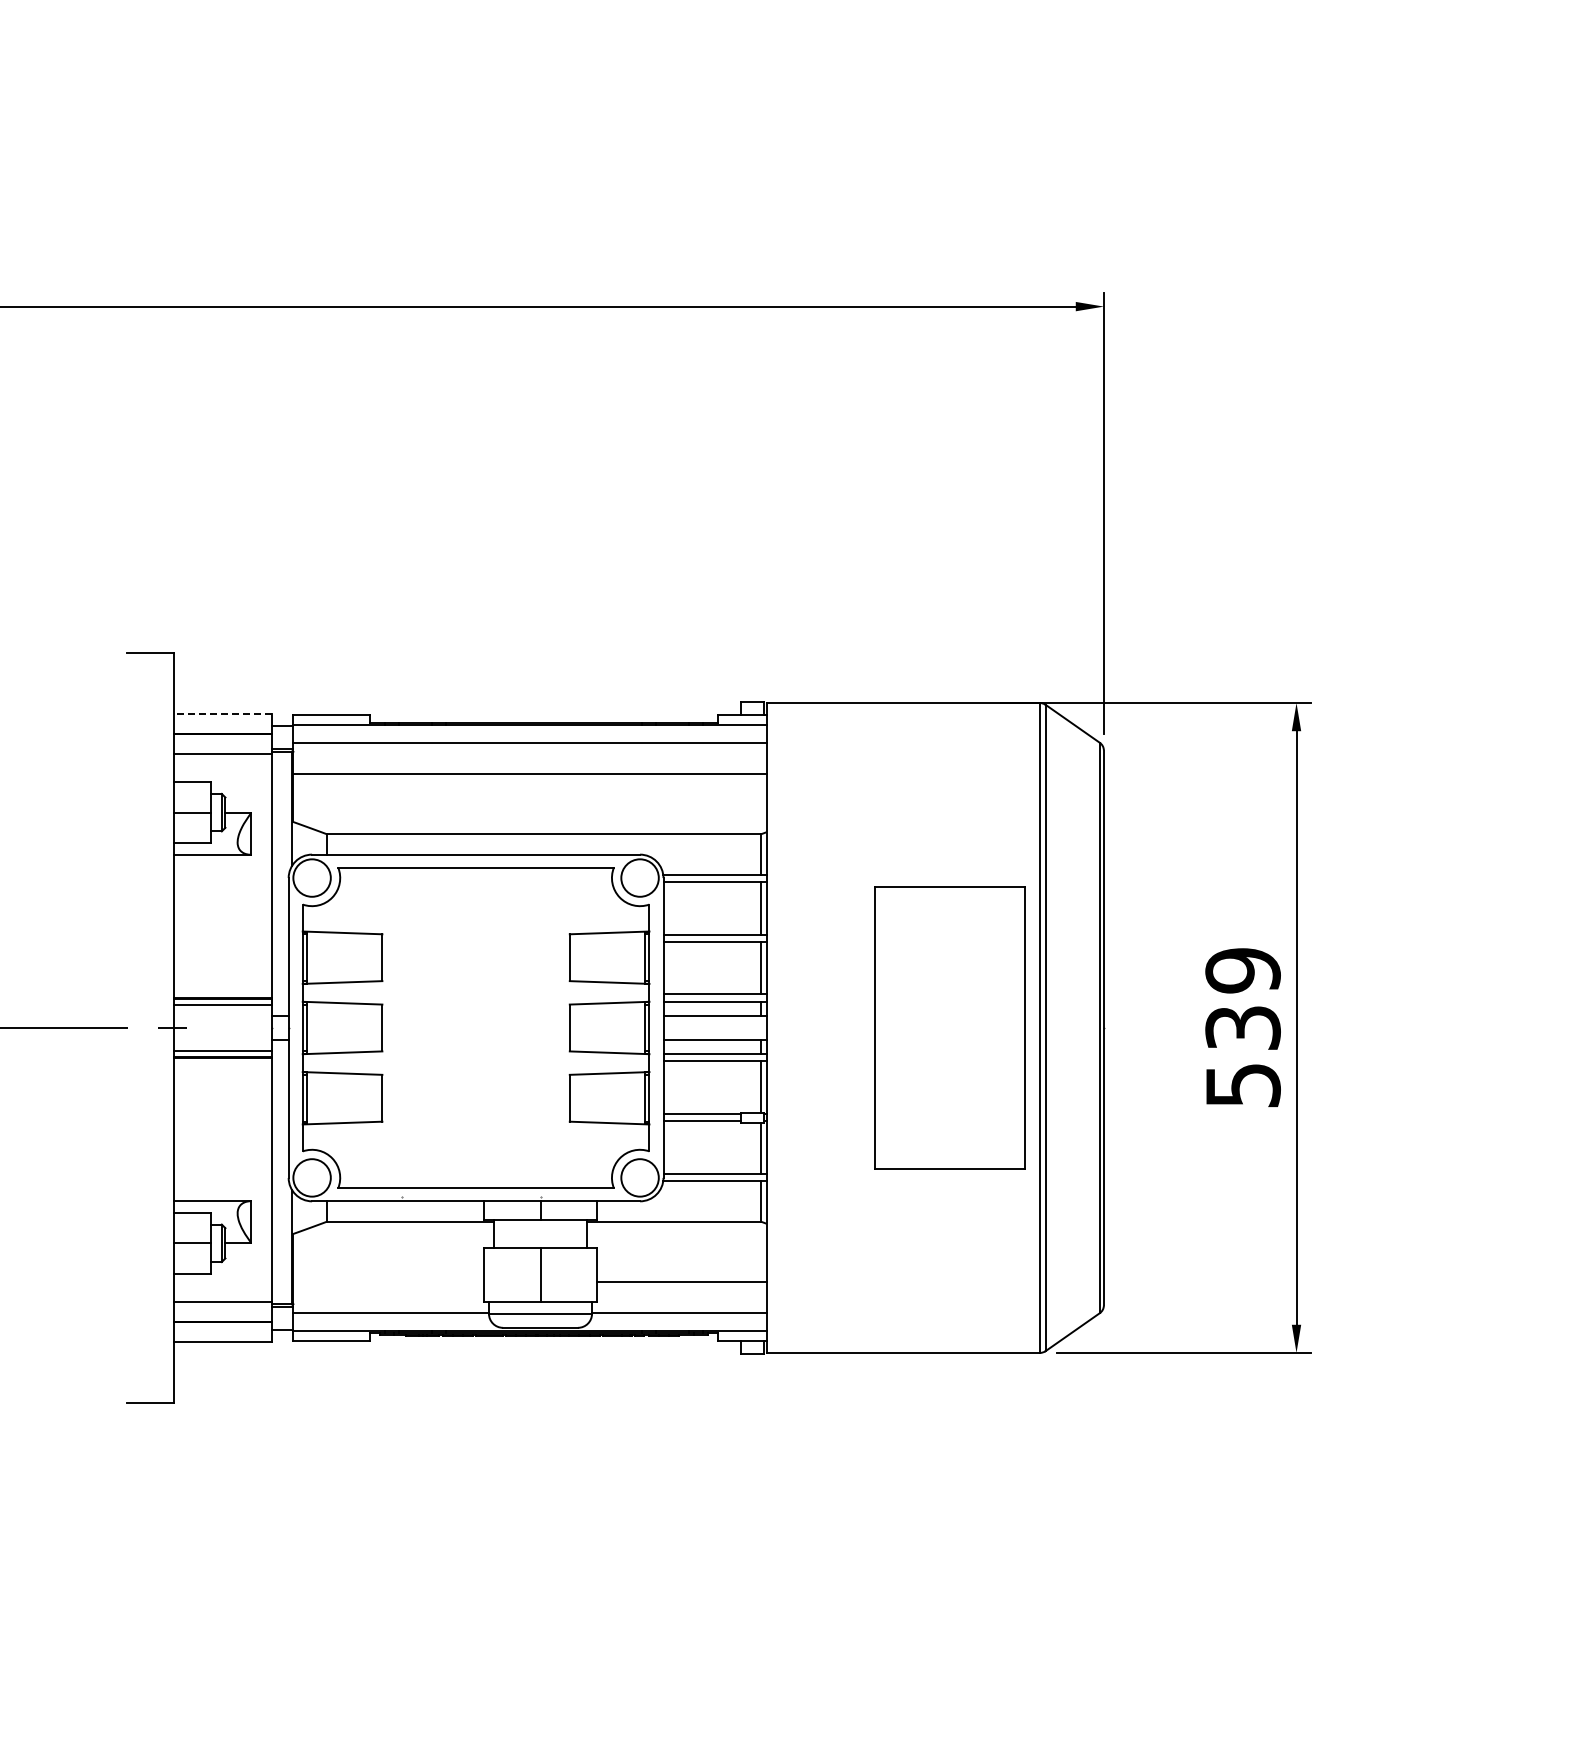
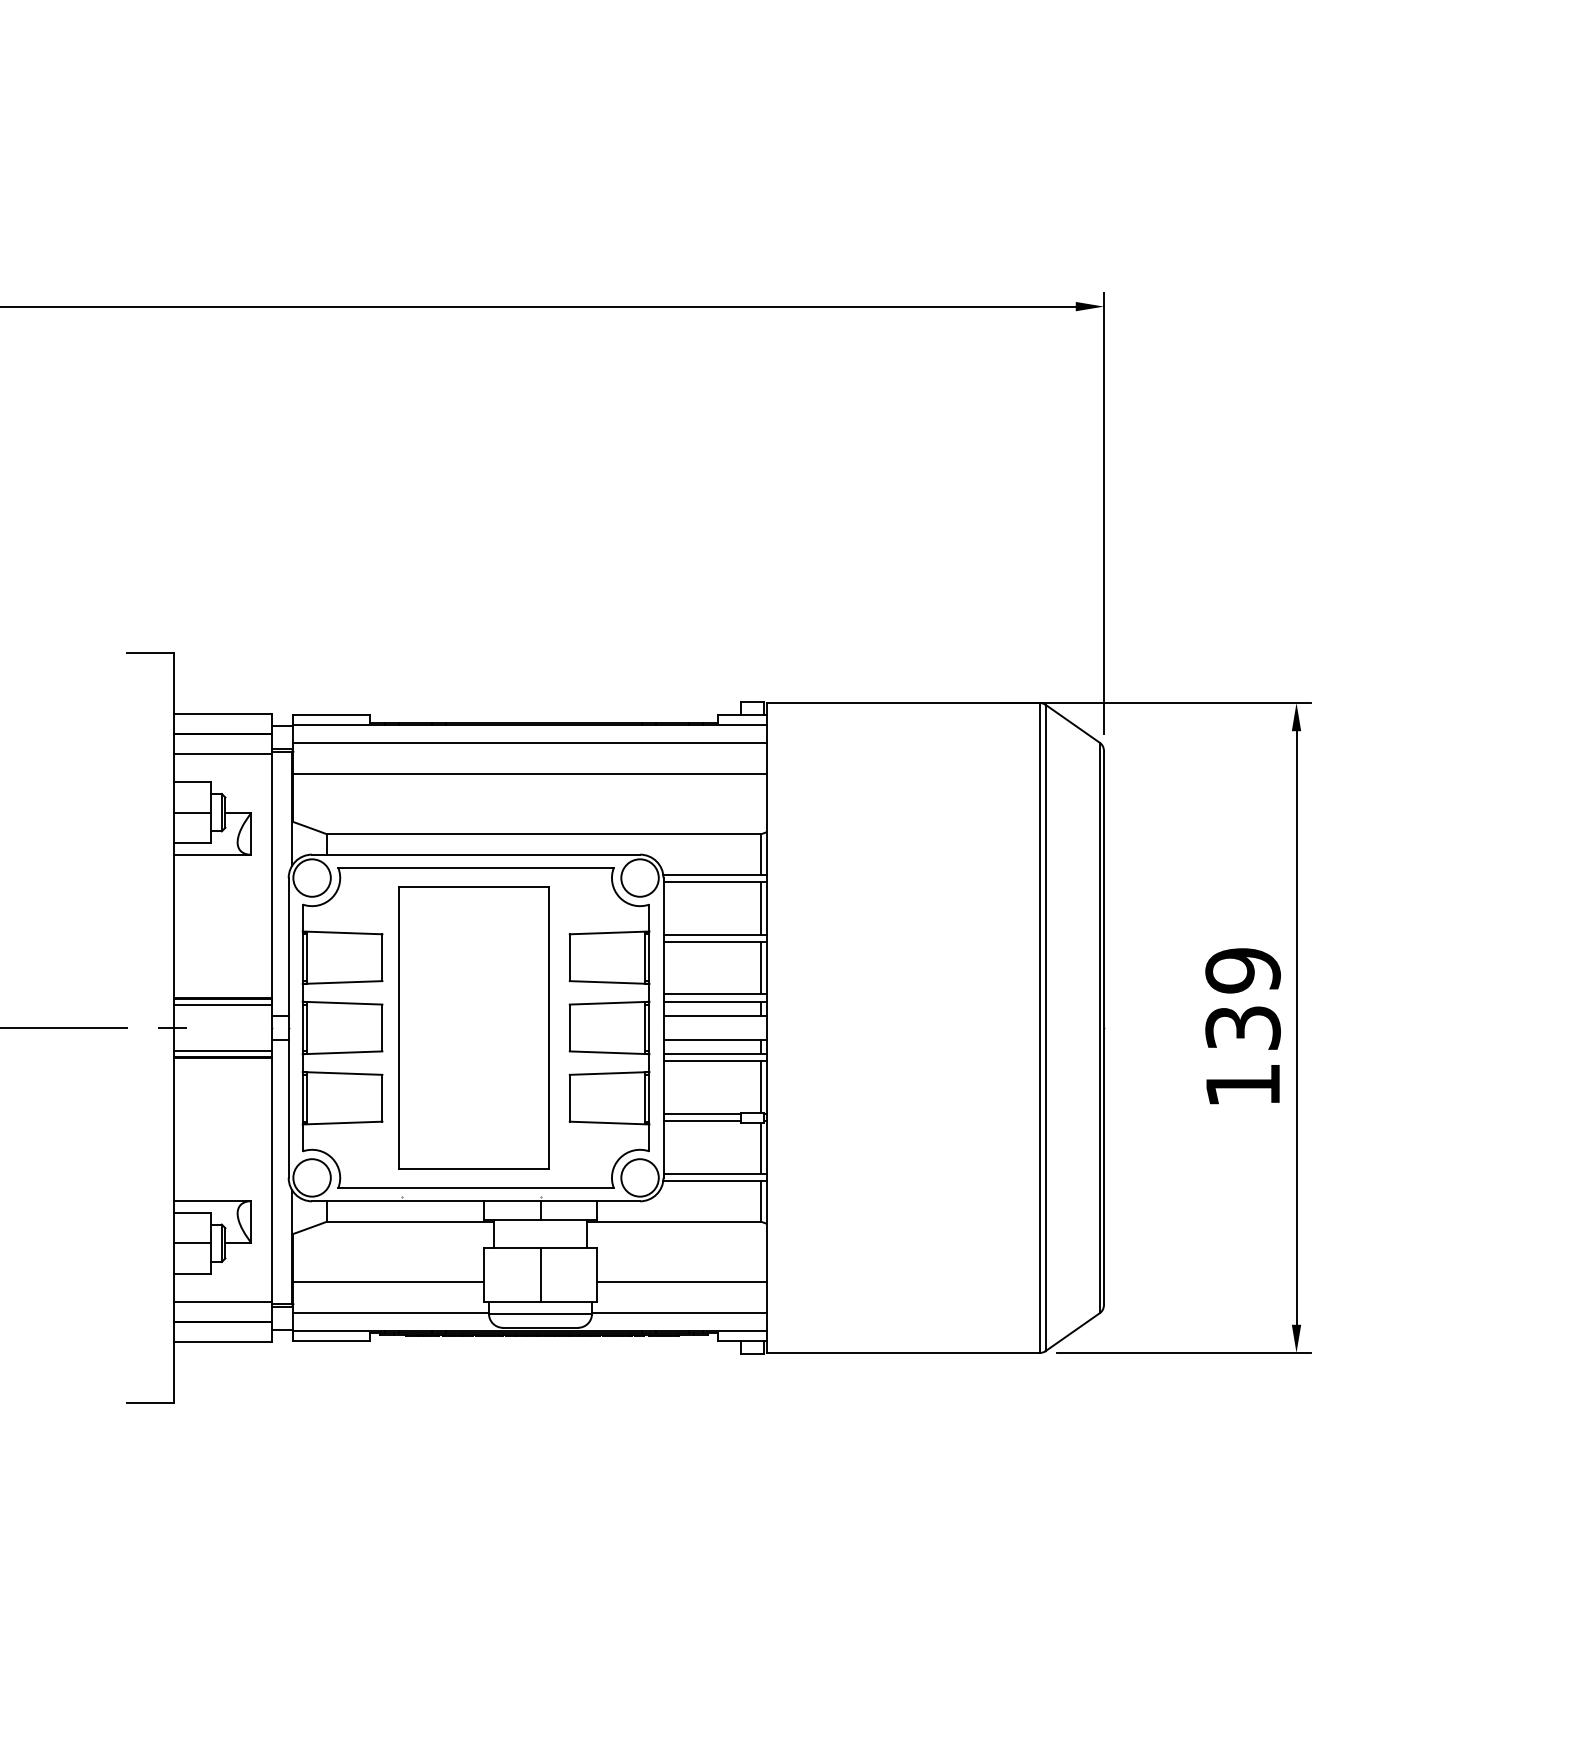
line at (222, 714): dashed -> solid
part at (949, 1027) position: (949, 1027) -> (473, 1027)
text at (1243, 1085): 539 -> 139
line at (388, 1282): none -> present
